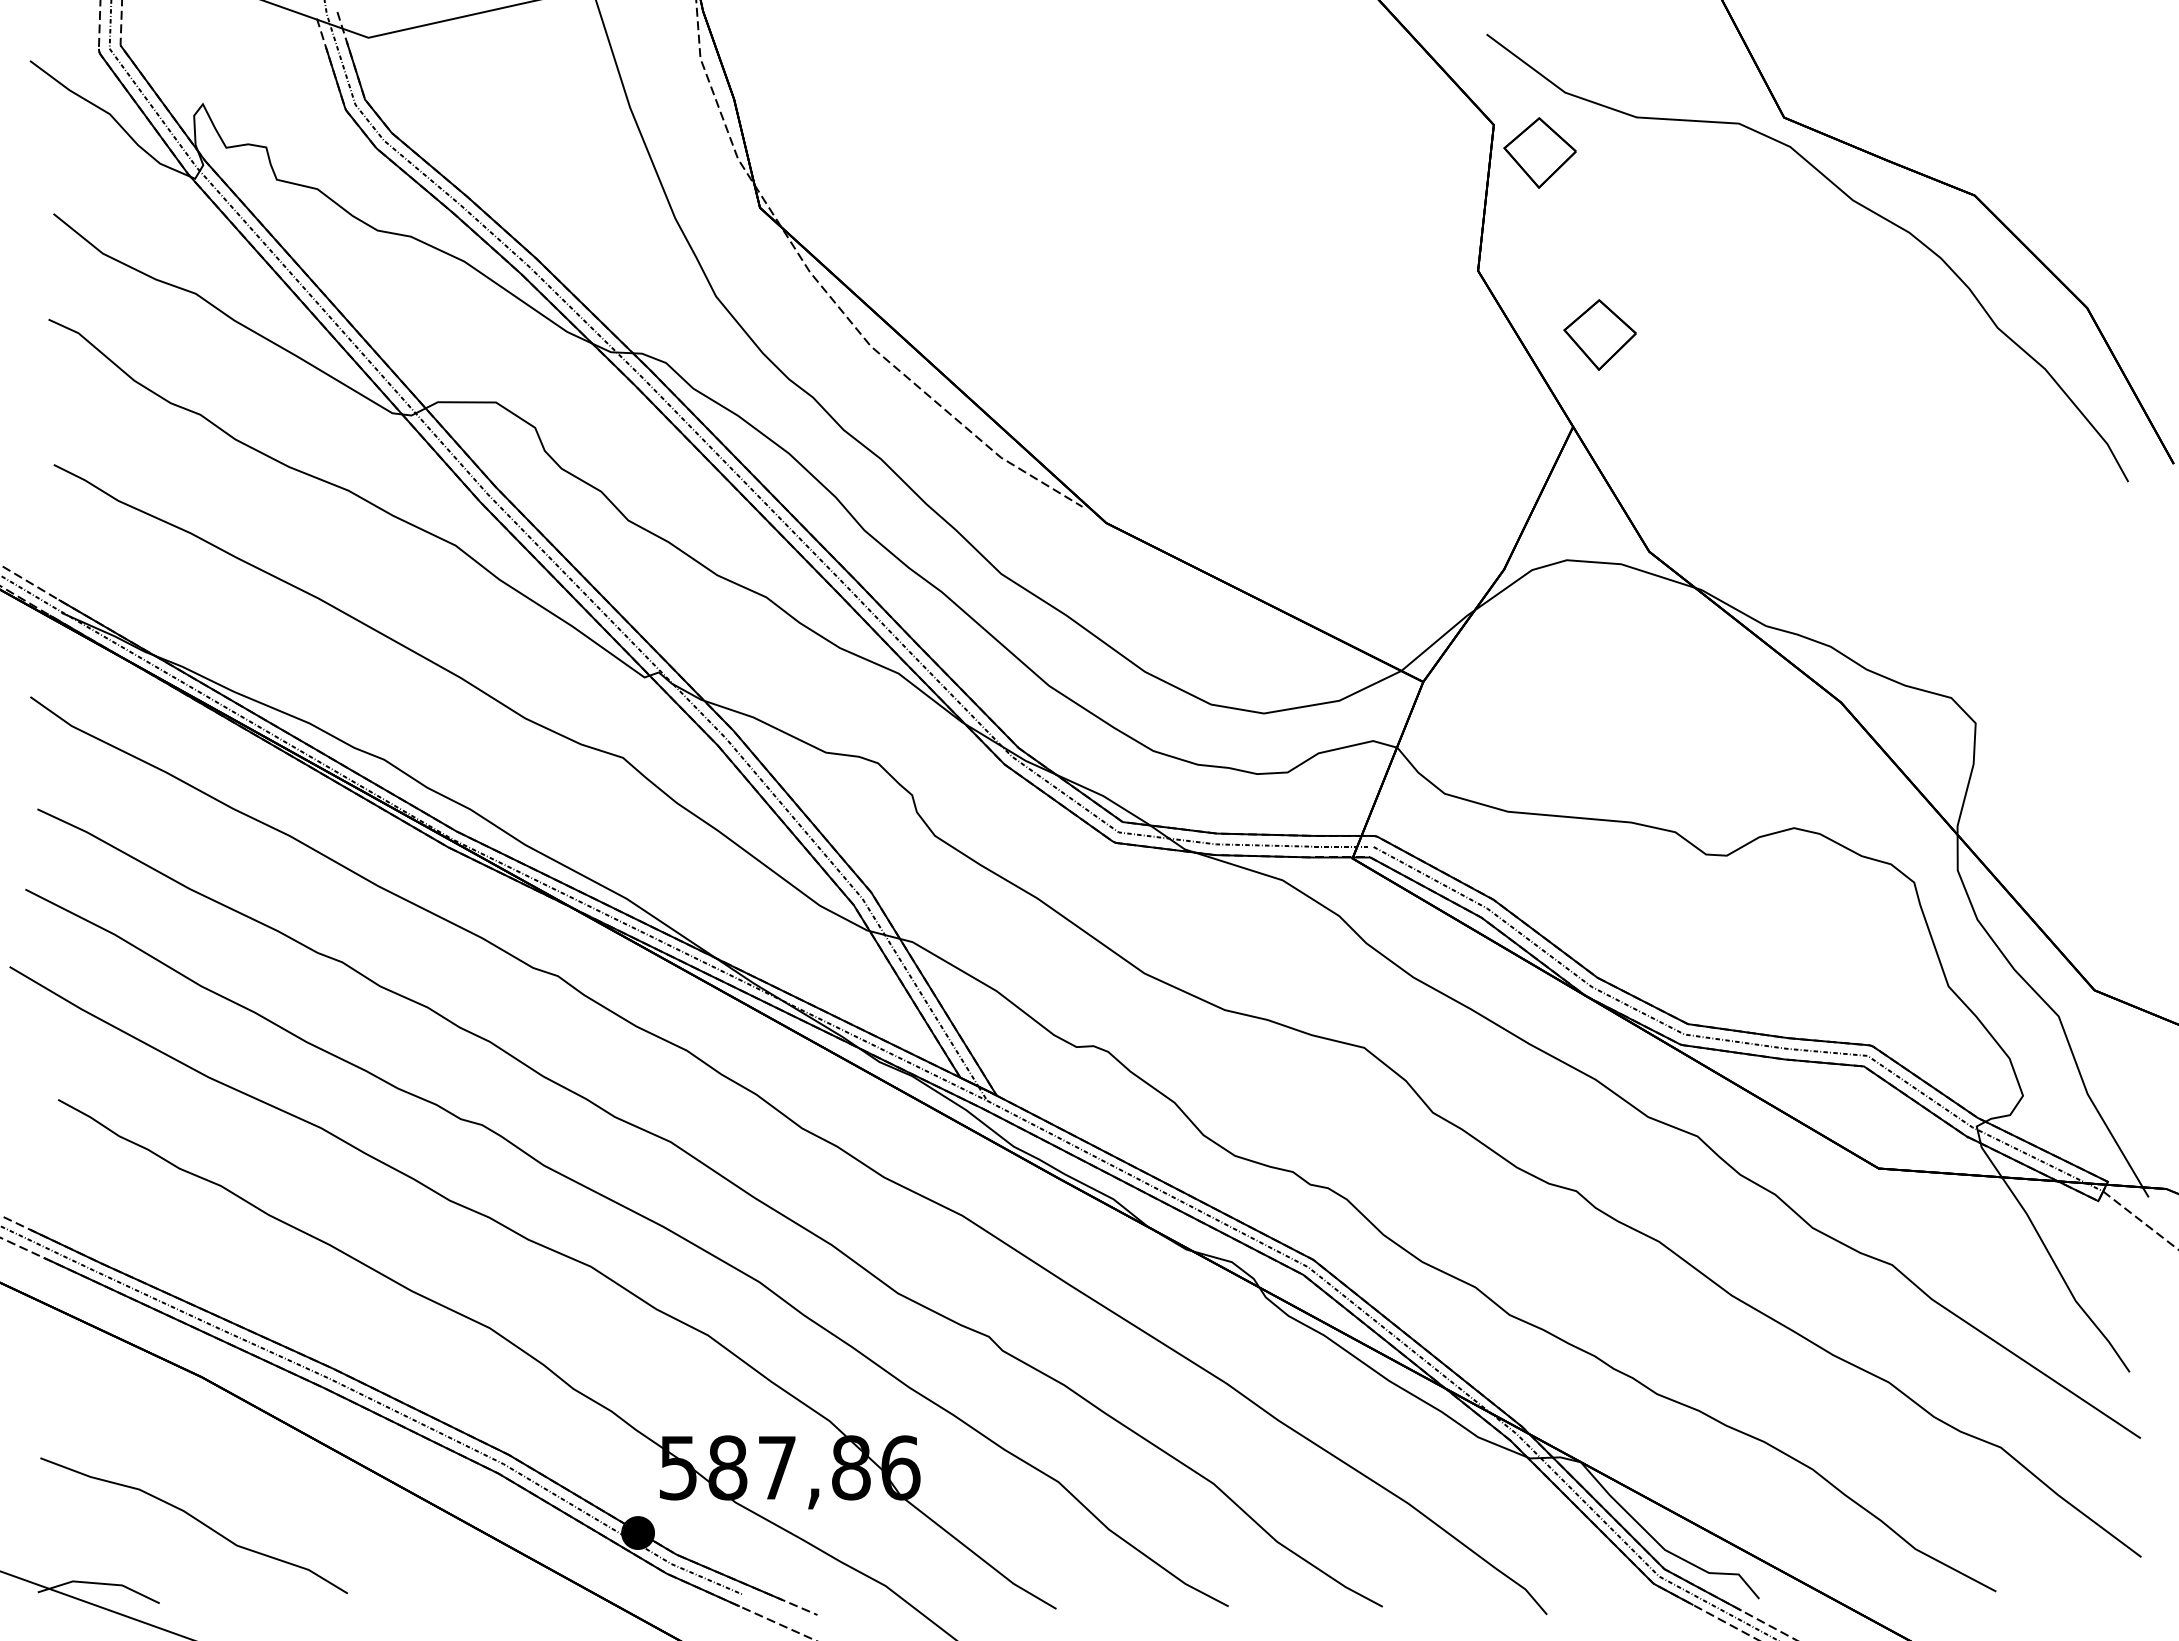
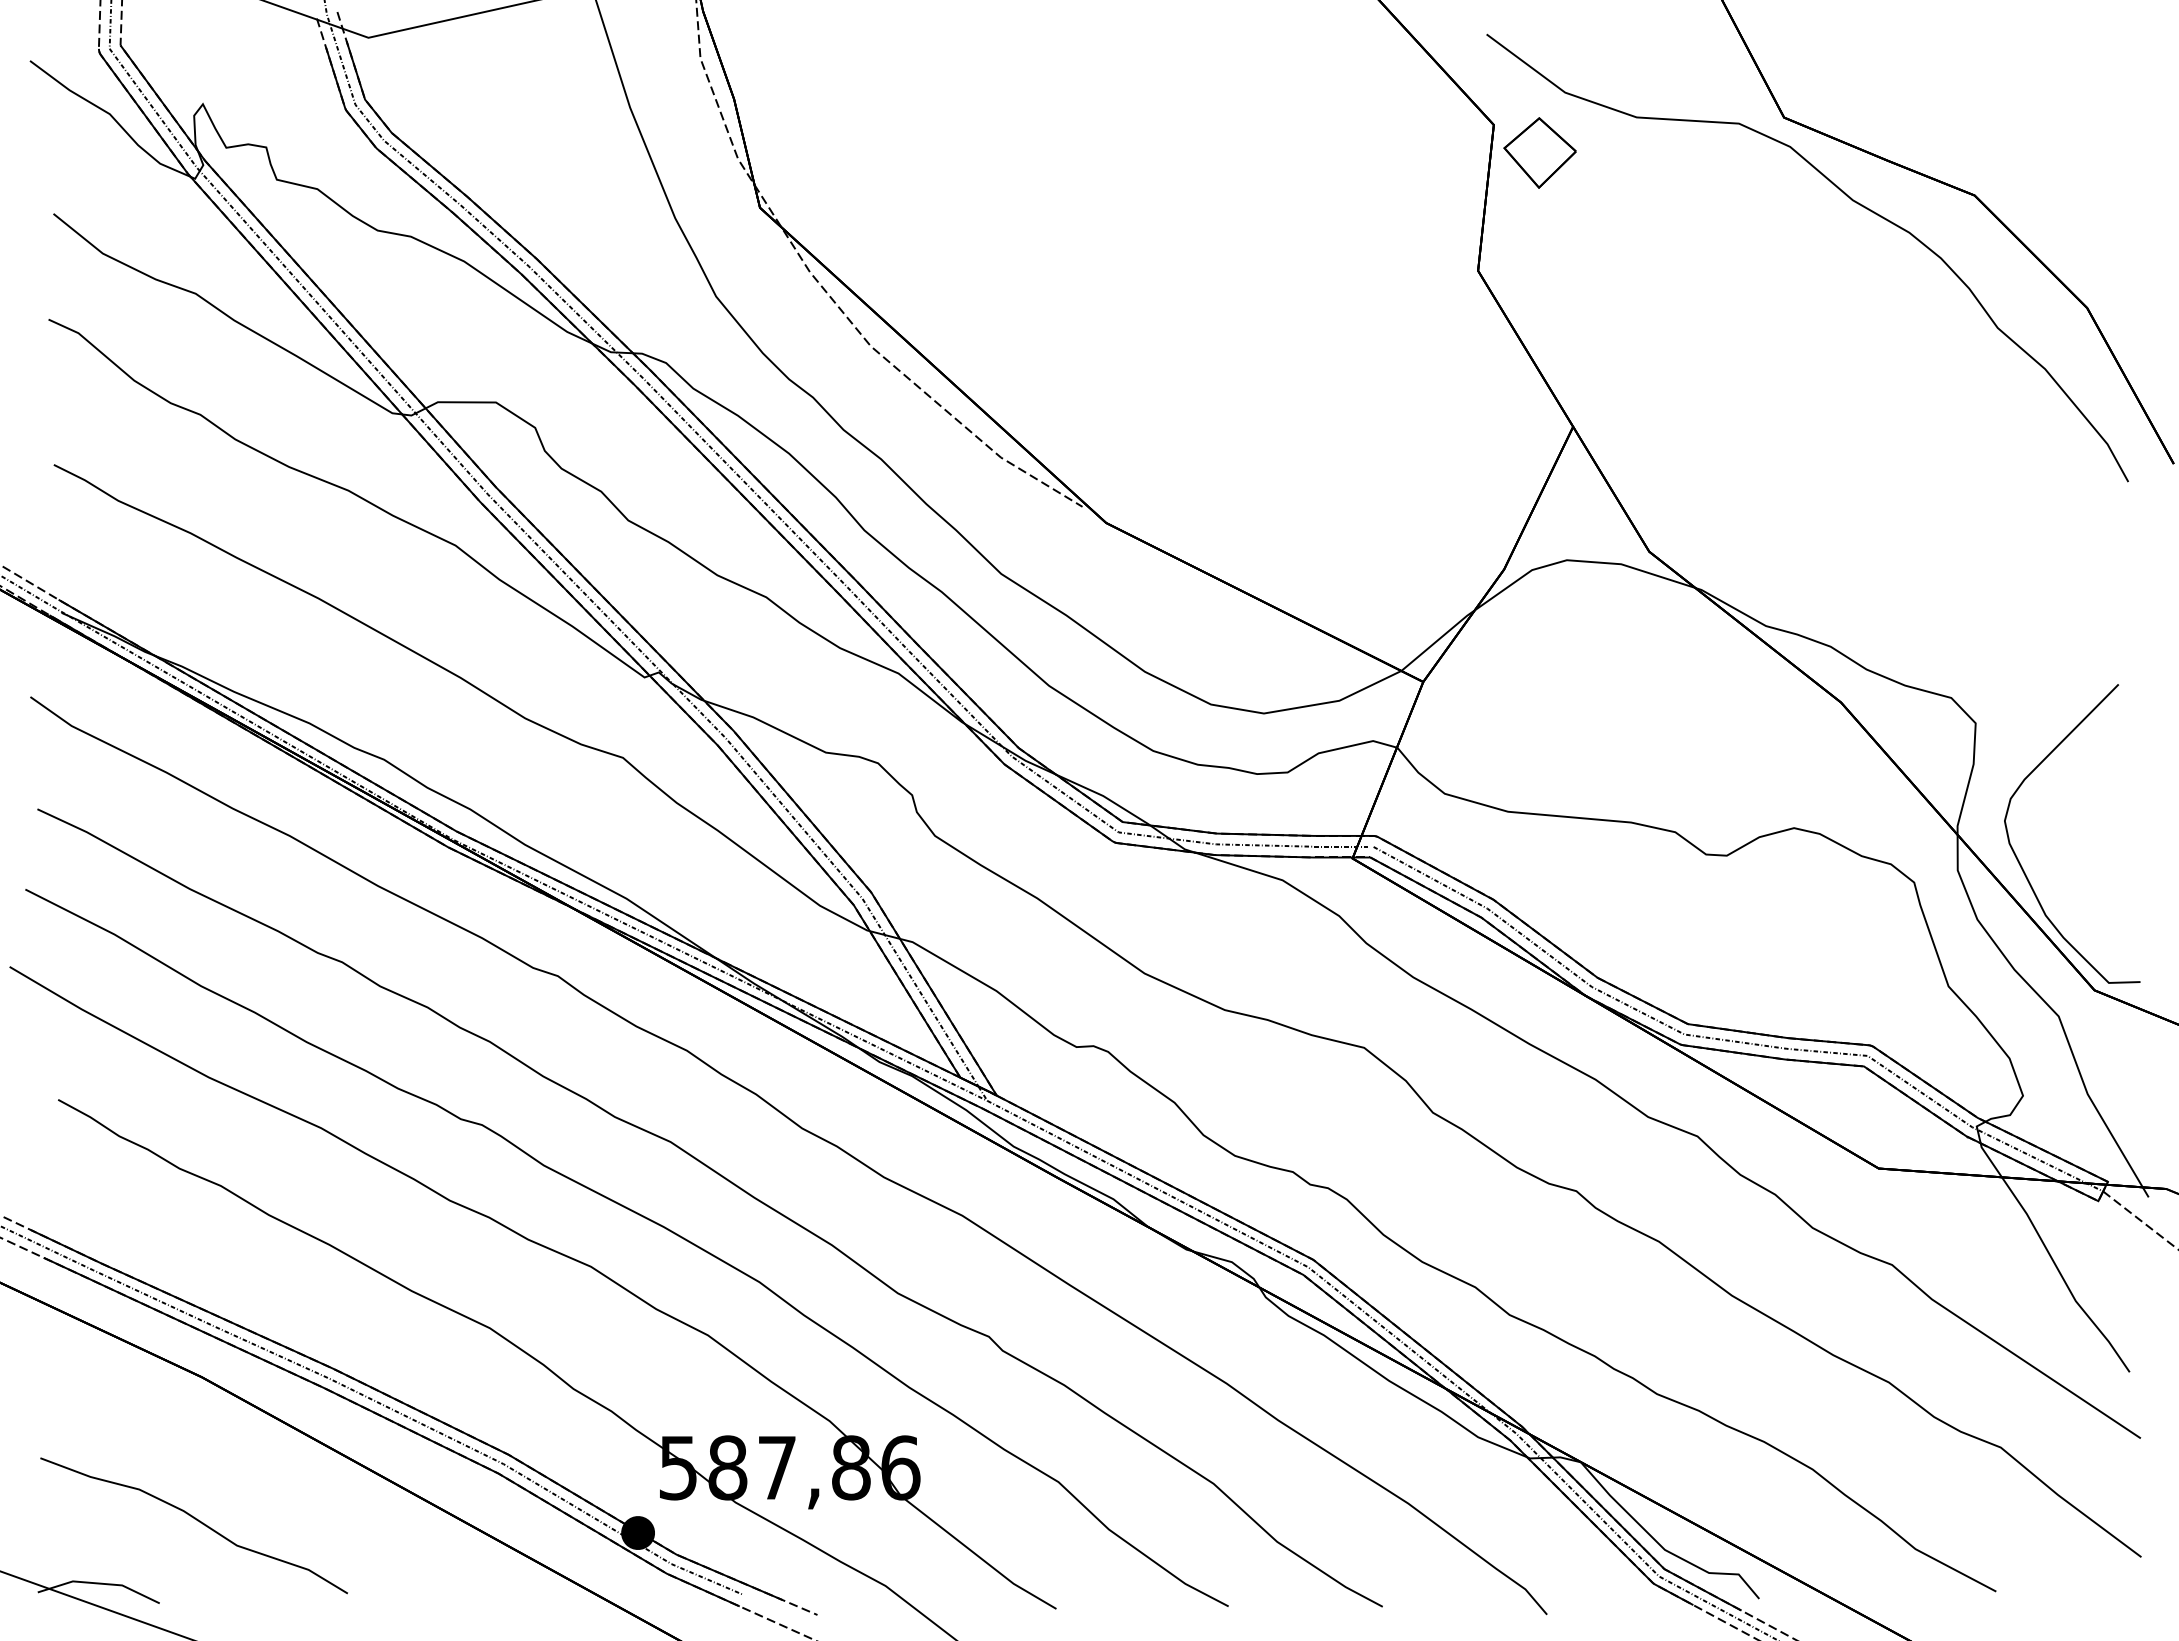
part at (1599, 334): present -> none
curve at (2019, 860): none -> present
